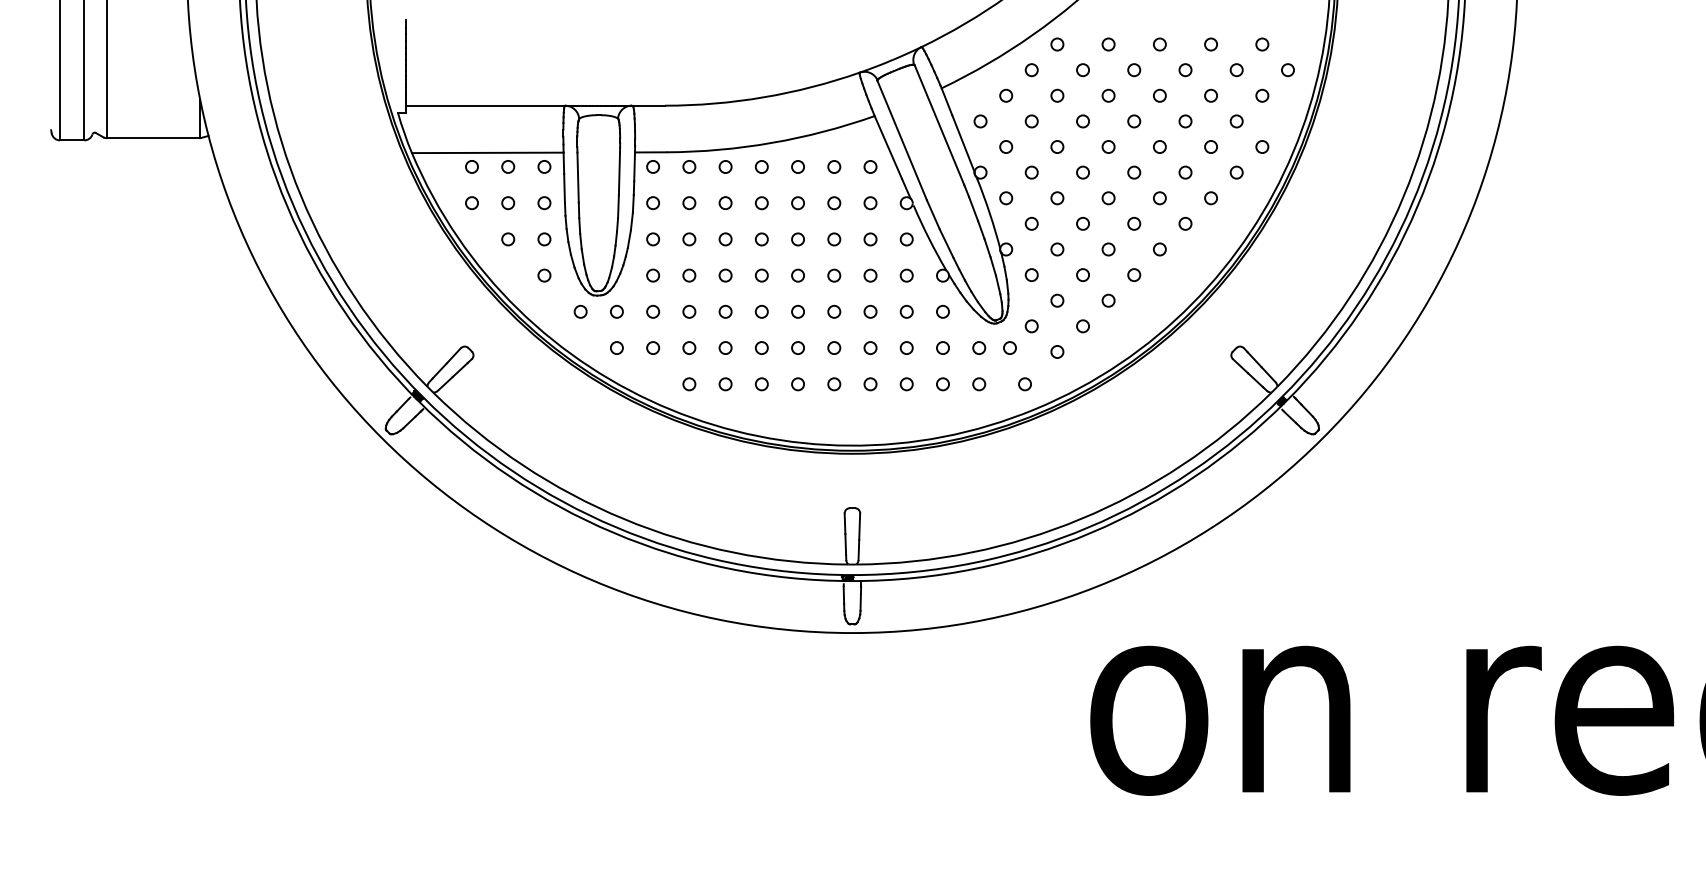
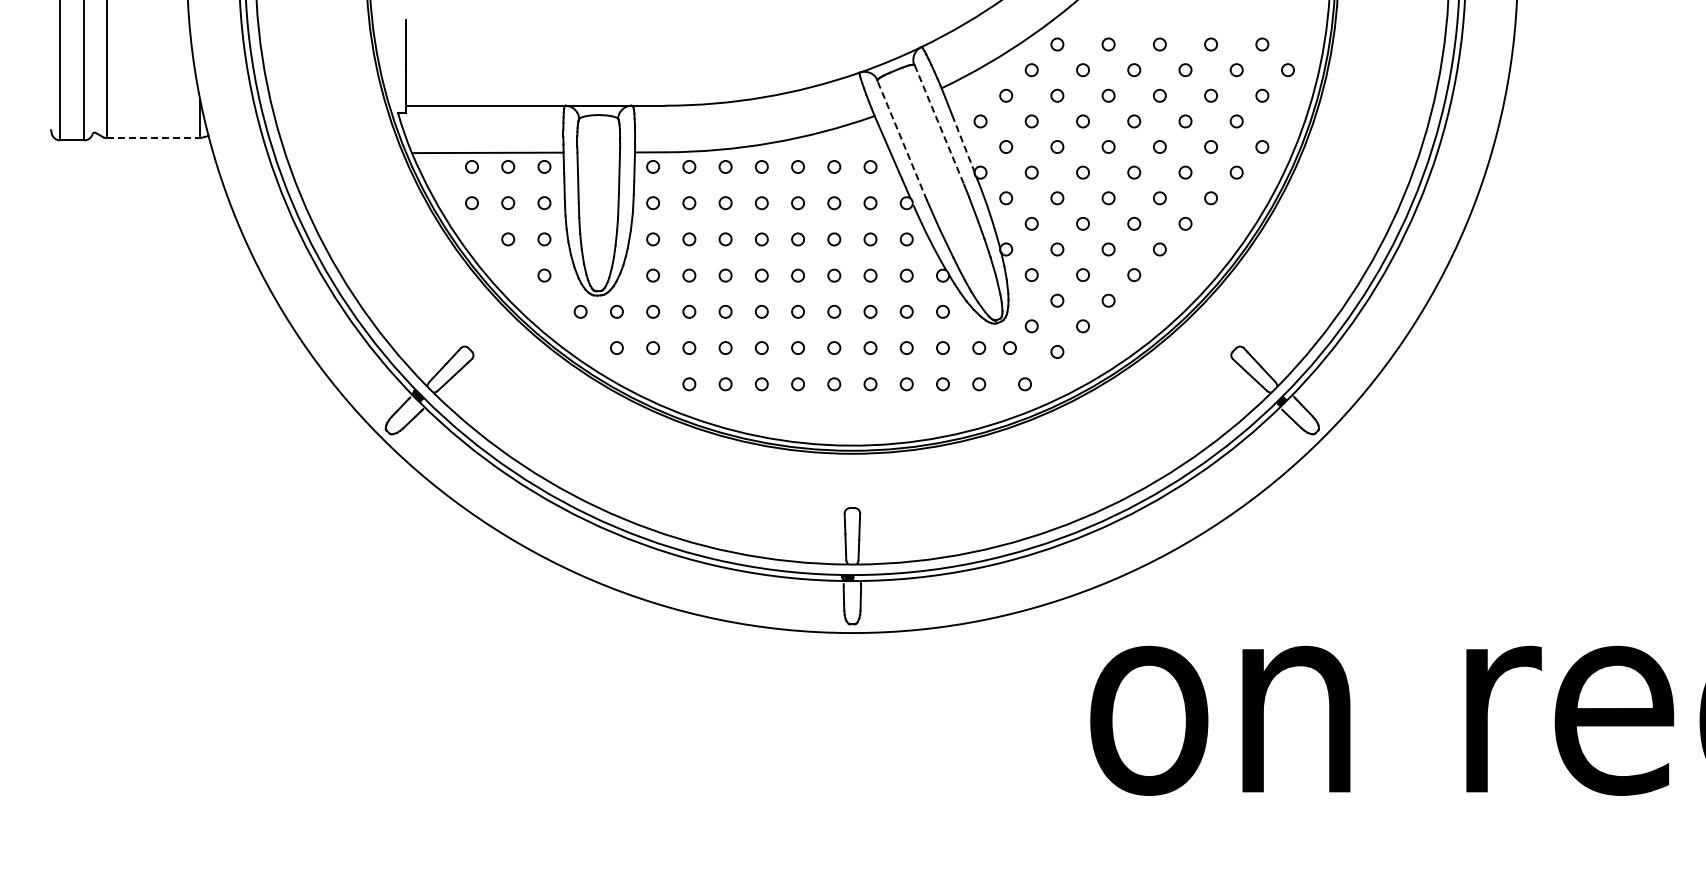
line at (939, 125): solid -> dashed
line at (153, 138): solid -> dashed
line at (902, 140): solid -> dashed
line at (963, 144): solid -> dashed
